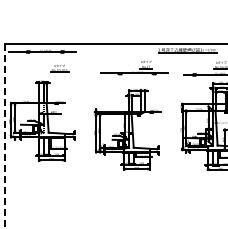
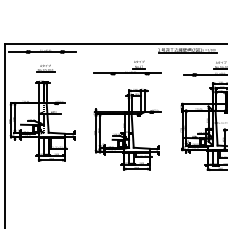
part at (134, 67) position: (134, 67) -> (127, 67)
part at (59, 68) position: (59, 68) -> (45, 68)
line at (4, 136): dashed -> solid
